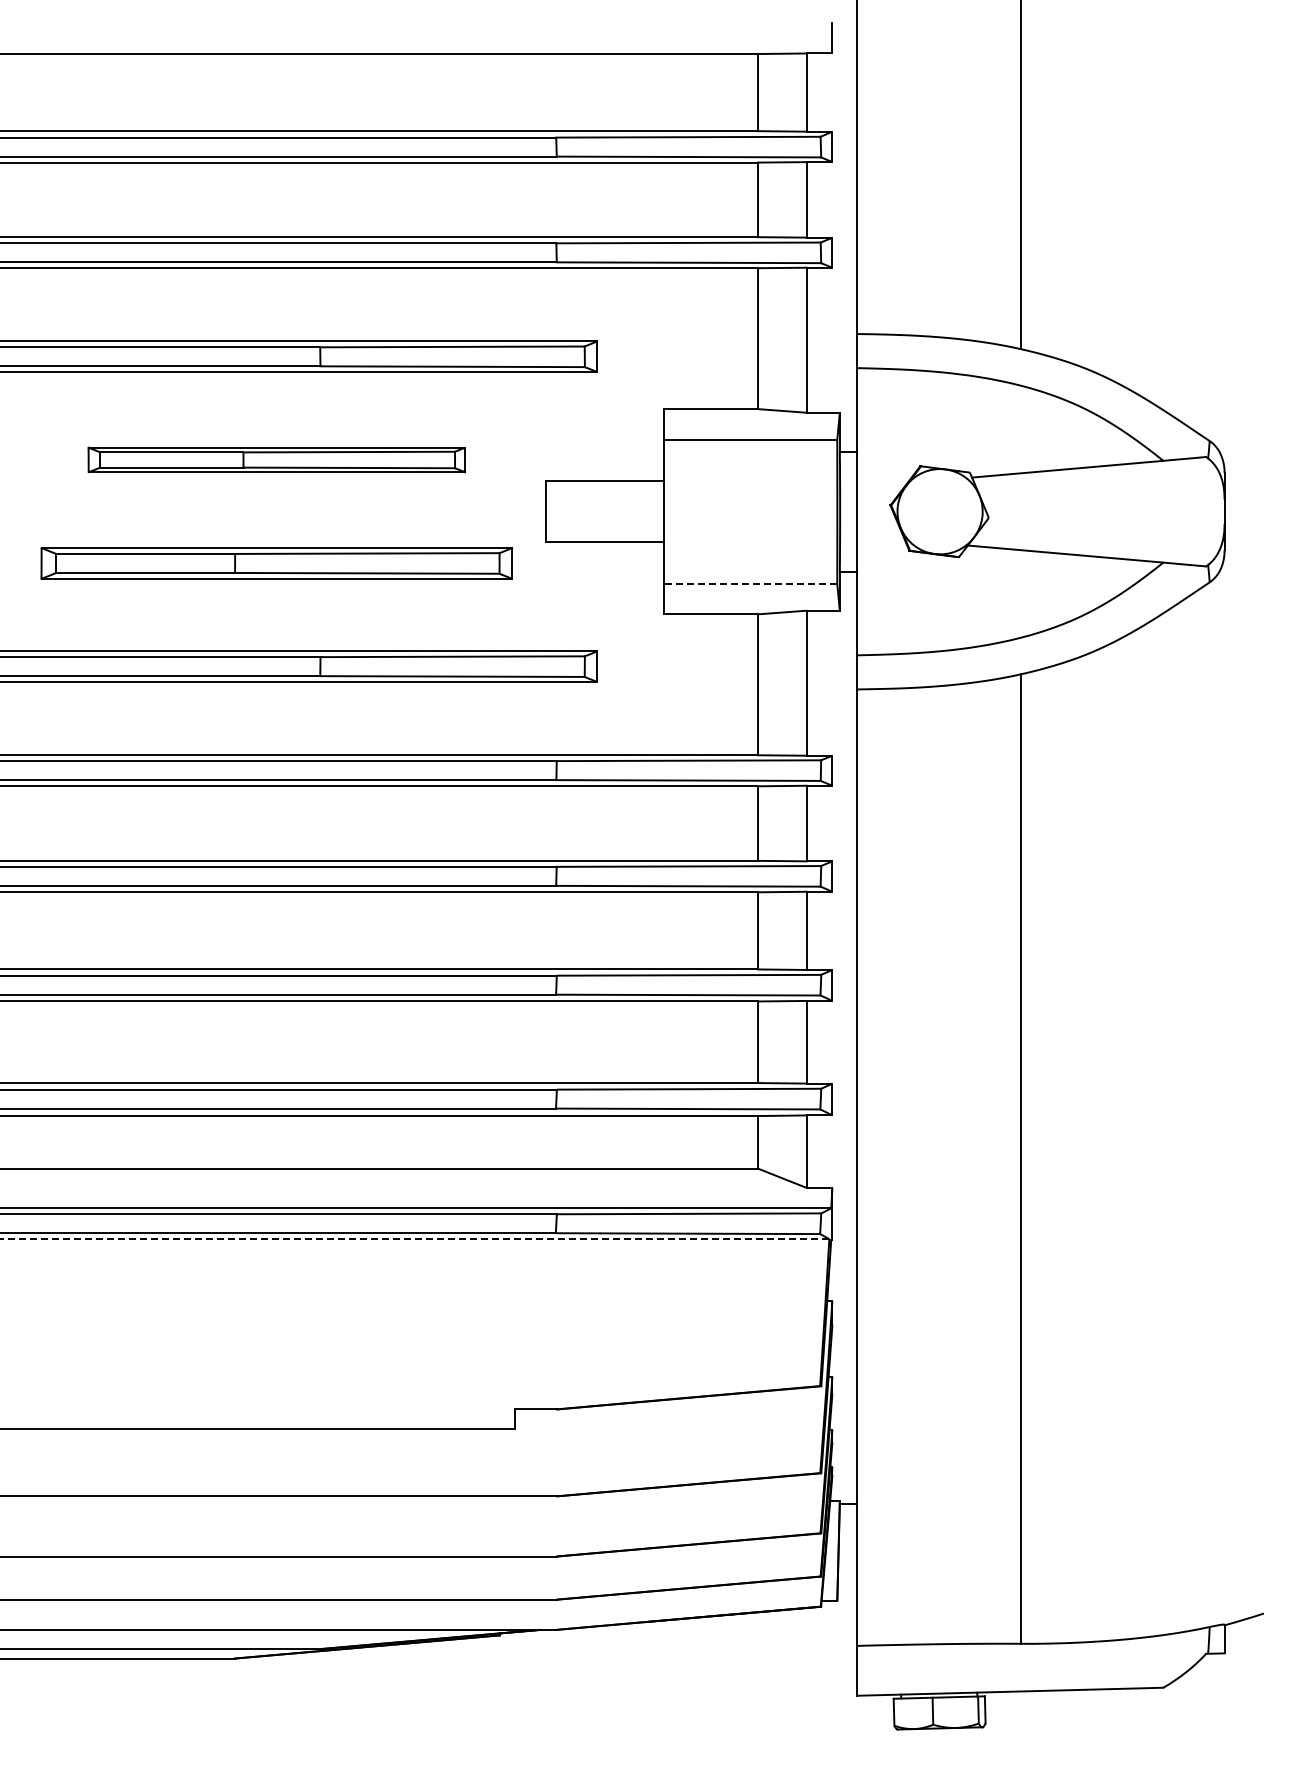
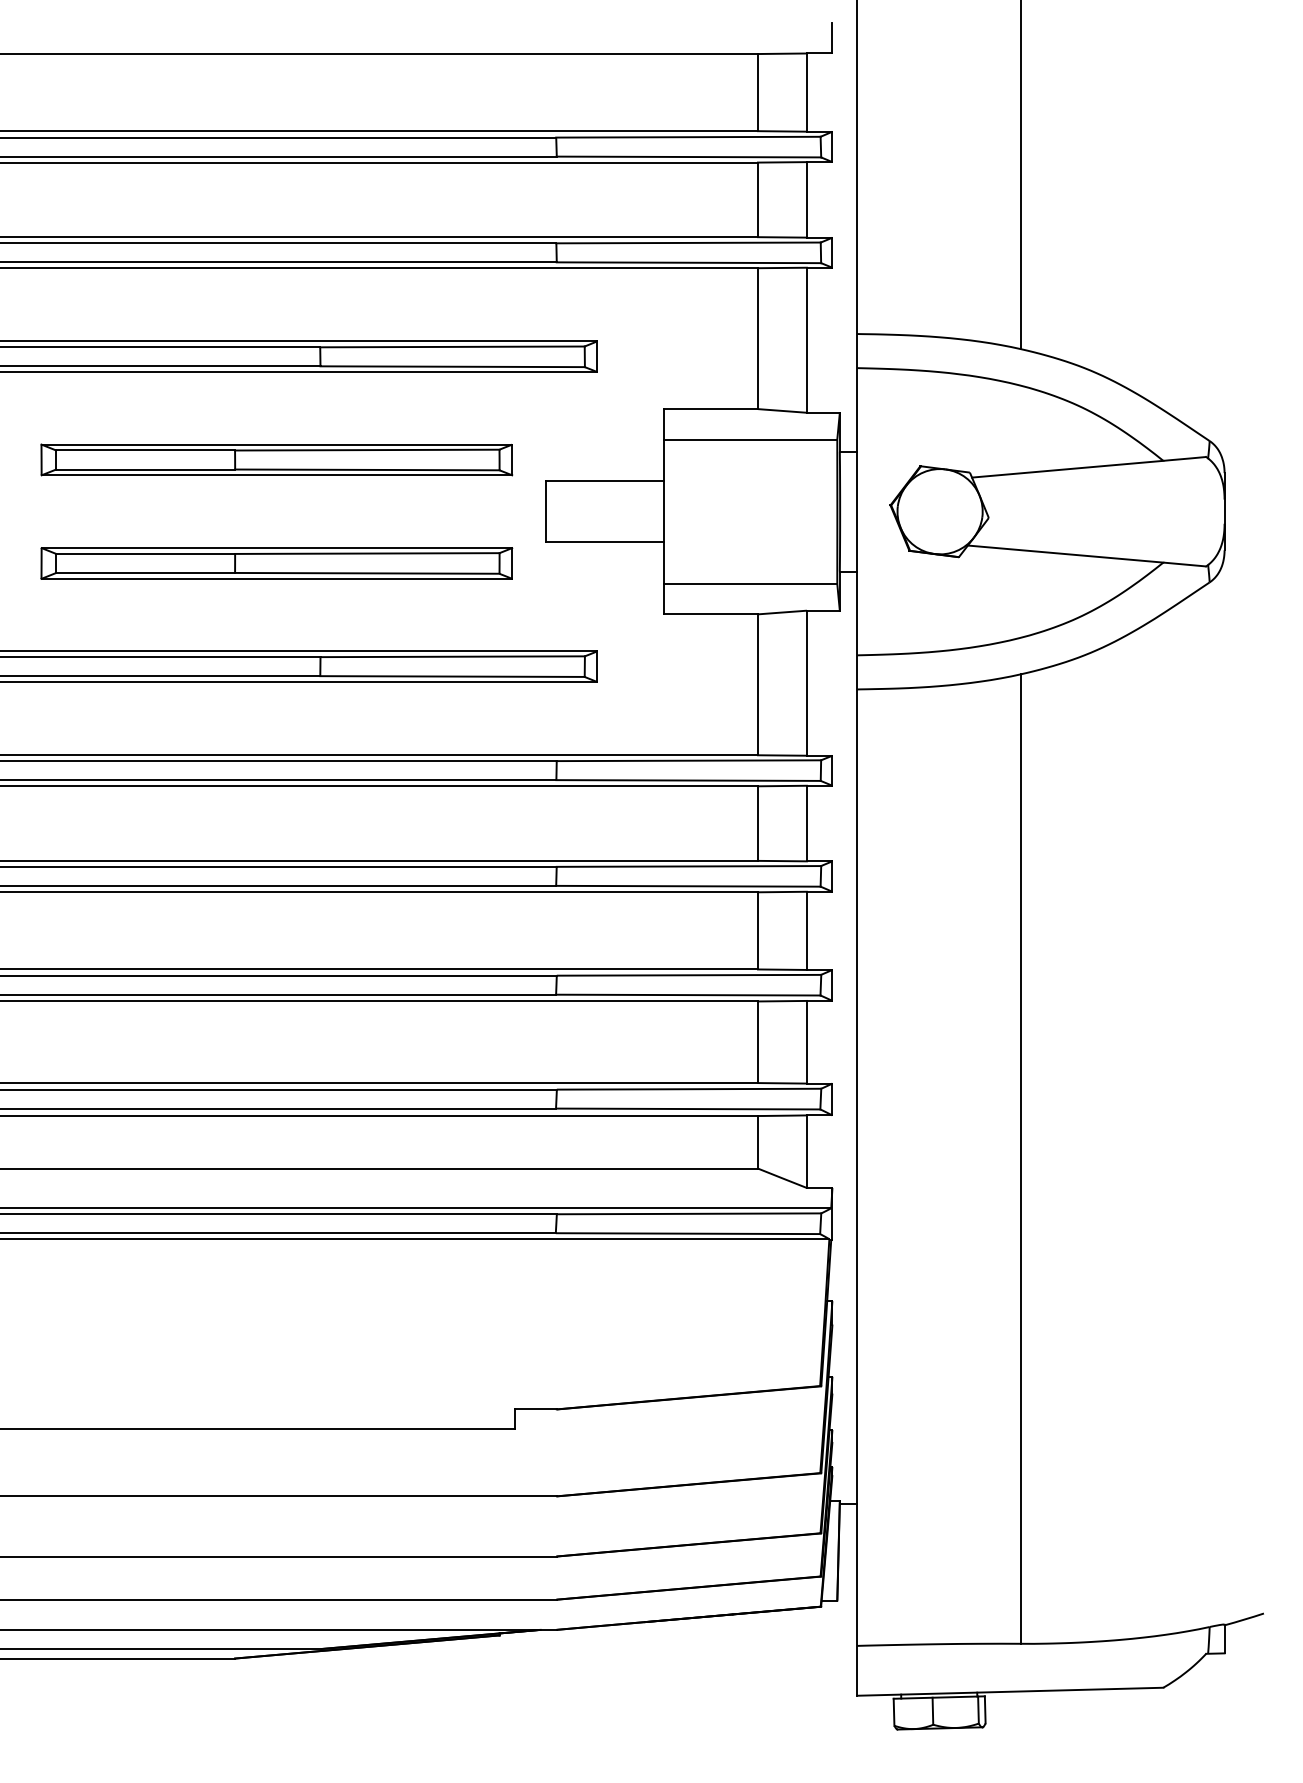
part at (276, 459) size: 380x28 px -> 474x34 px
line at (750, 583): dashed -> solid
line at (414, 1239): dashed -> solid
